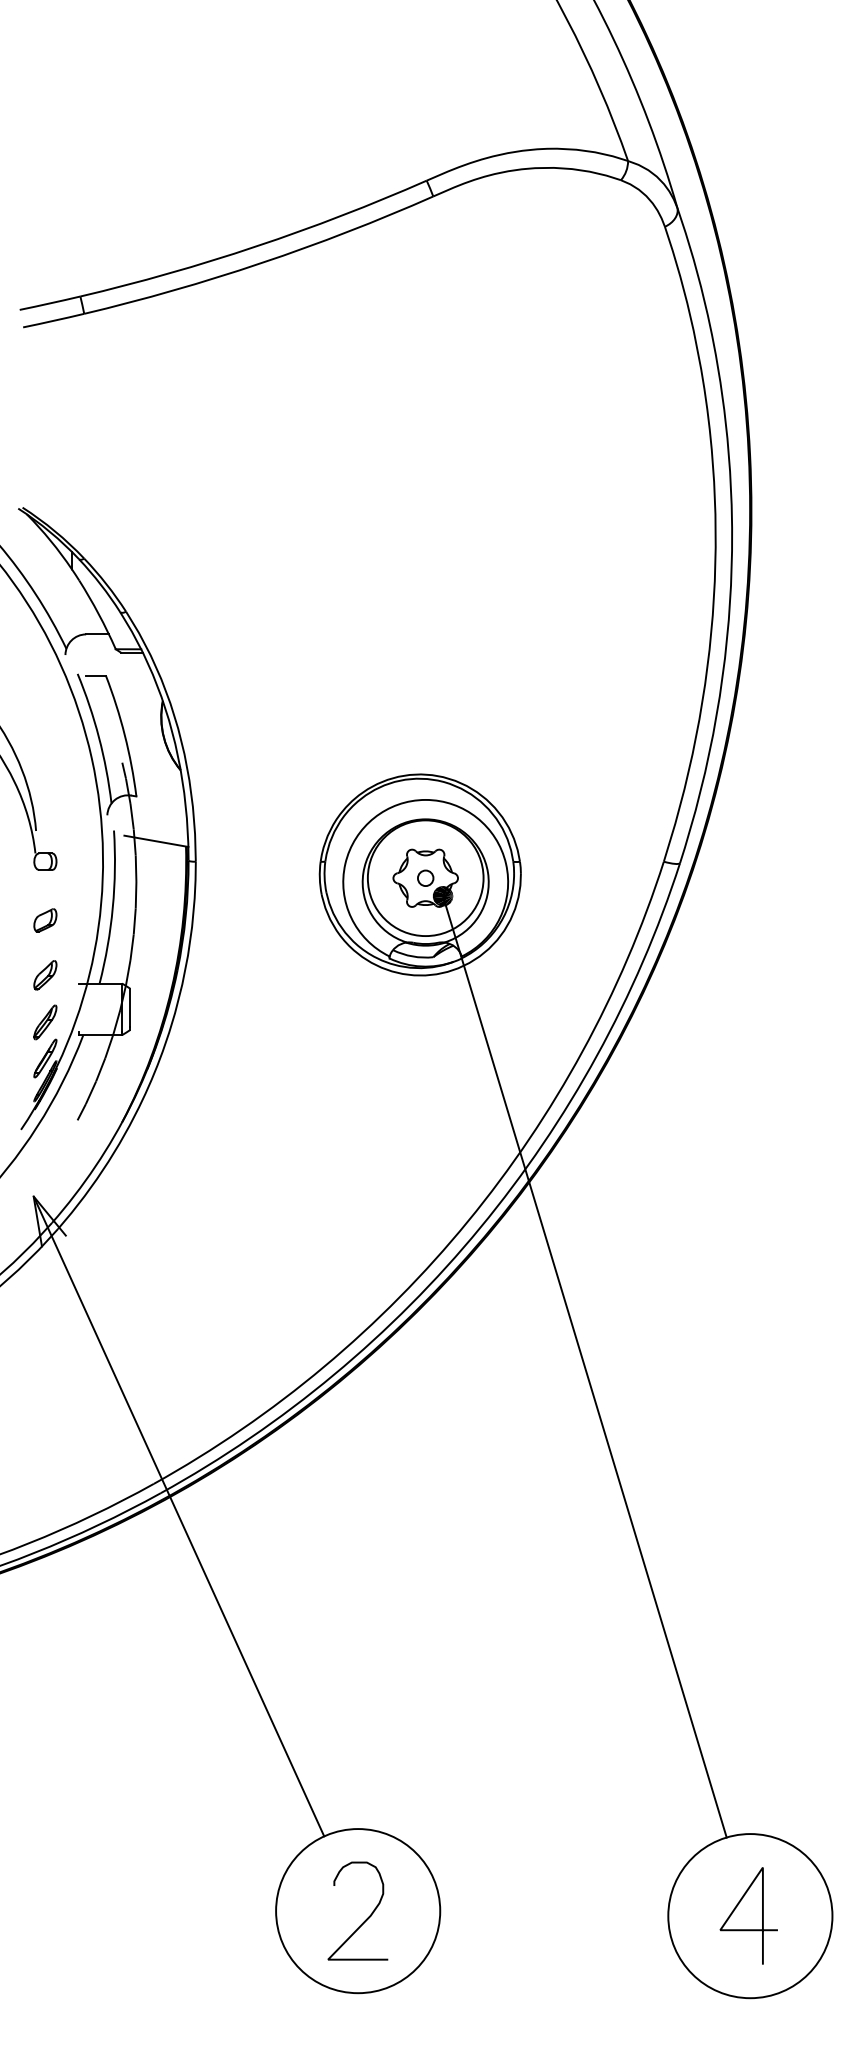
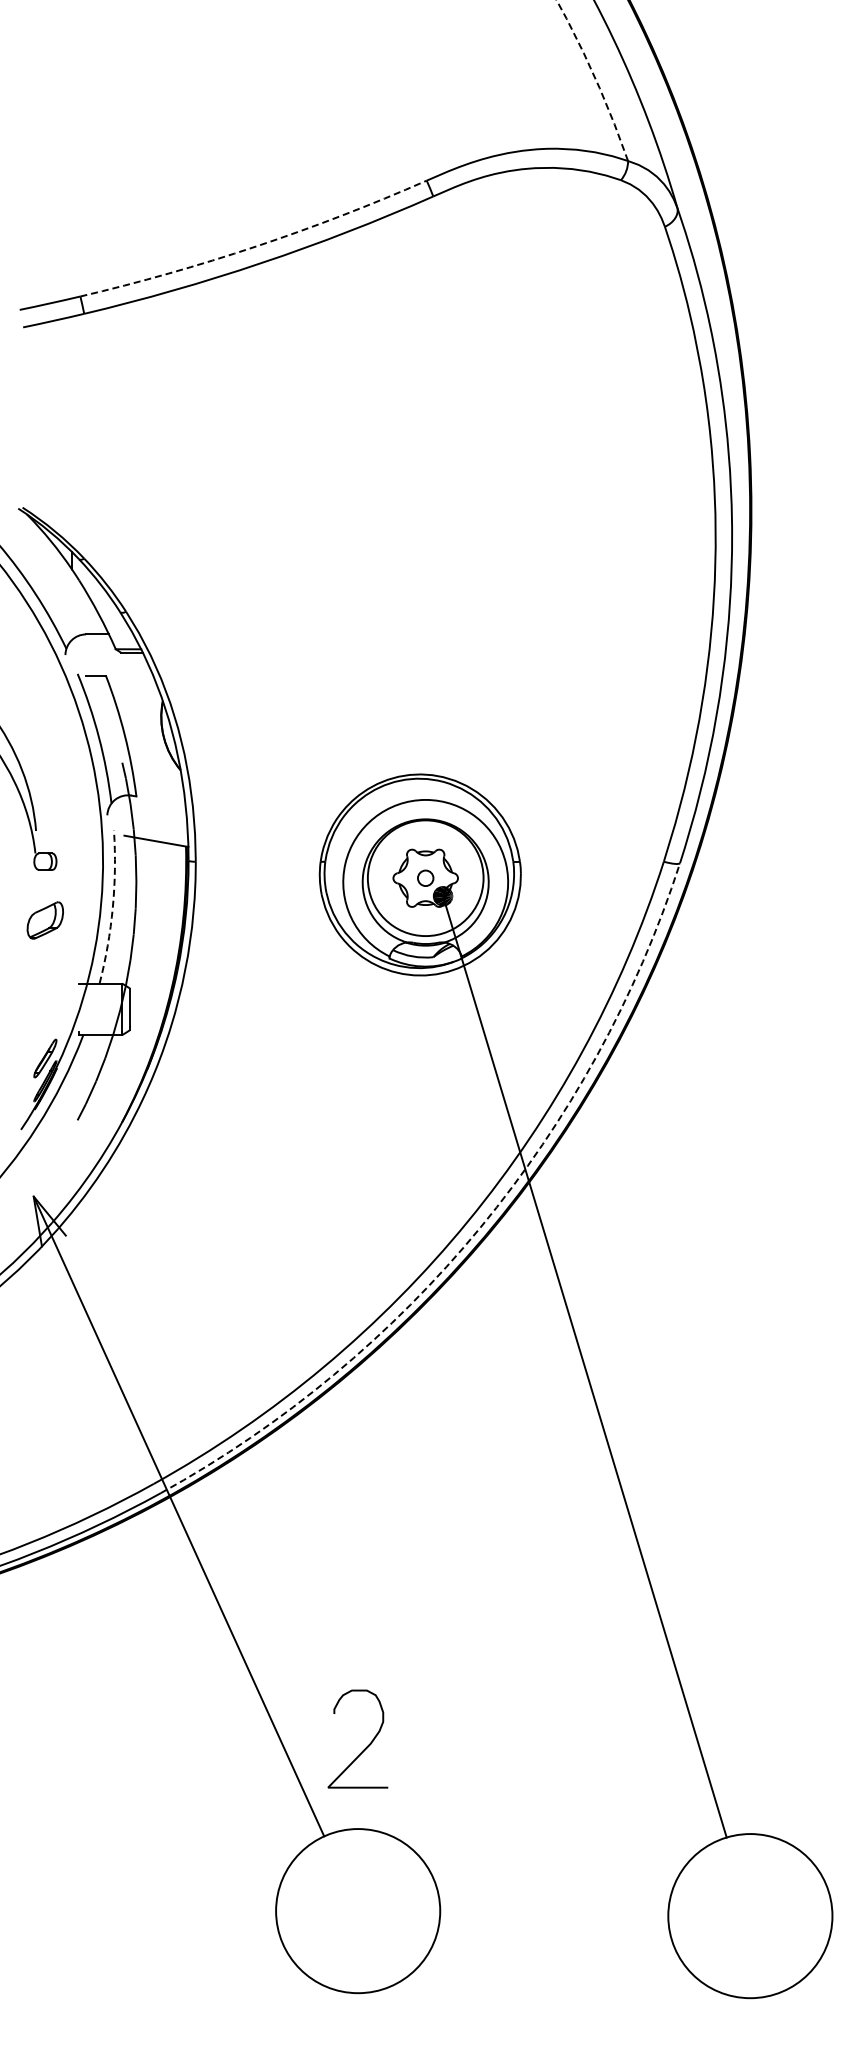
arc at (595, 78): solid -> dashed
arc at (256, 246): solid -> dashed
arc at (112, 907): solid -> dashed
part at (45, 920) size: 25x25 px -> 38x39 px
part at (45, 975): present -> none
part at (45, 1022): present -> none
arc at (480, 1227): solid -> dashed
line at (736, 1908): present -> none
curve at (366, 1918) position: (366, 1918) -> (366, 1746)
